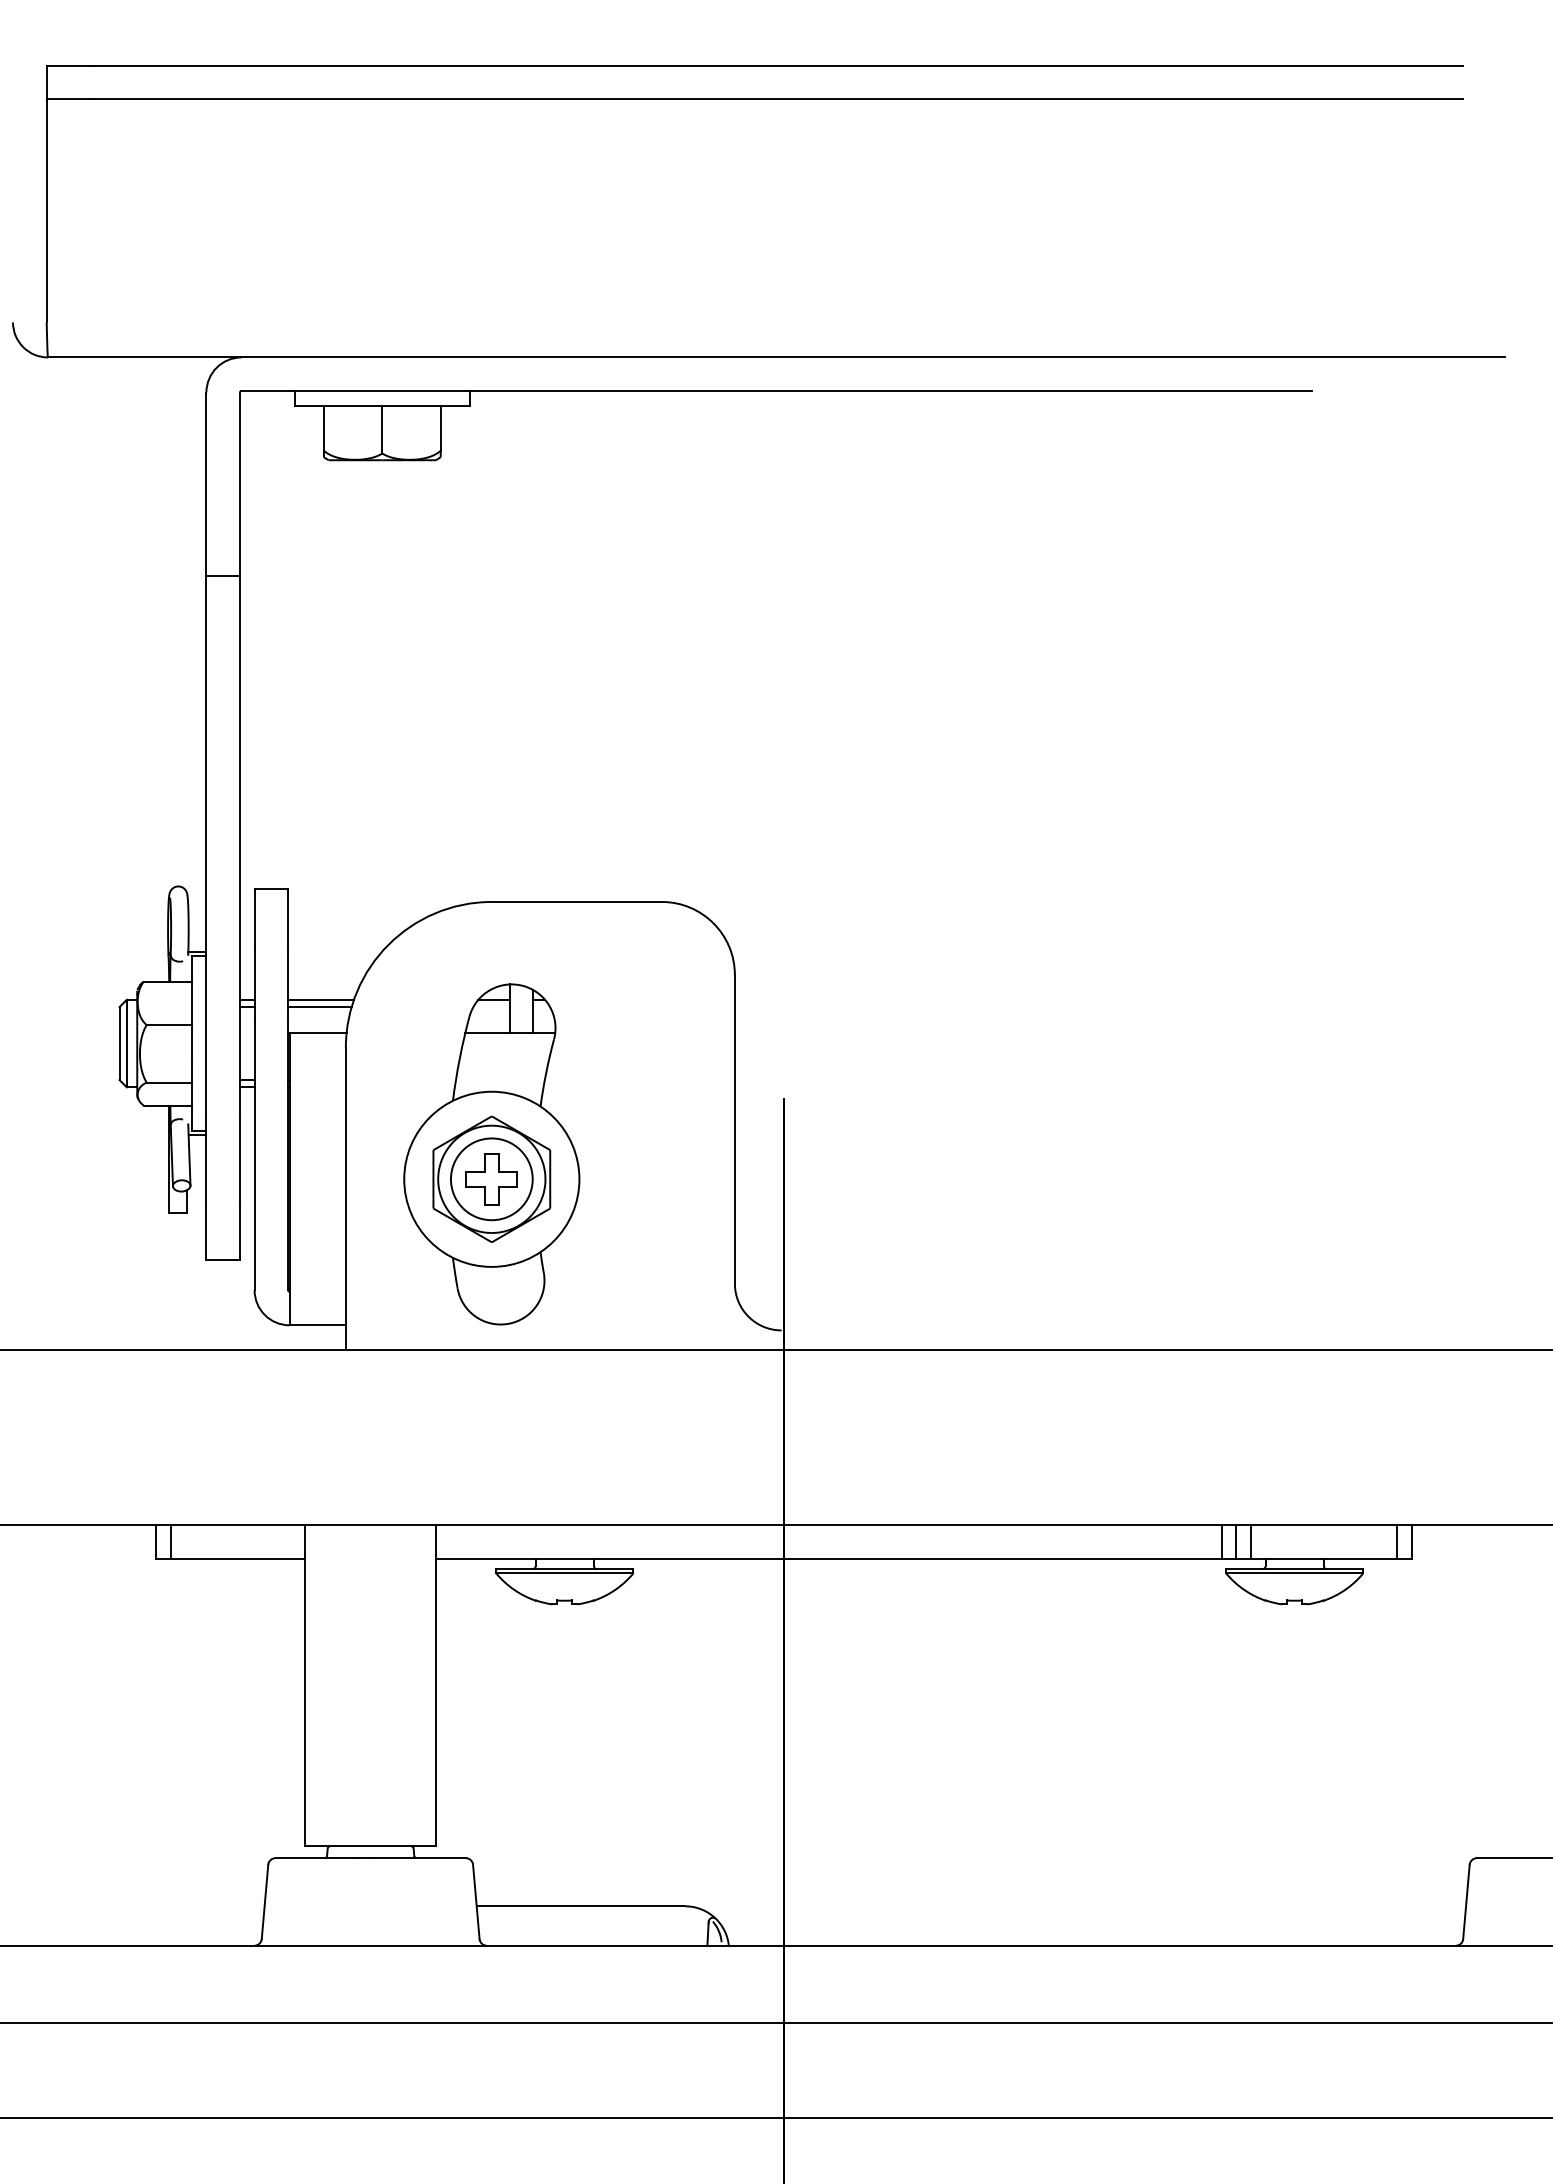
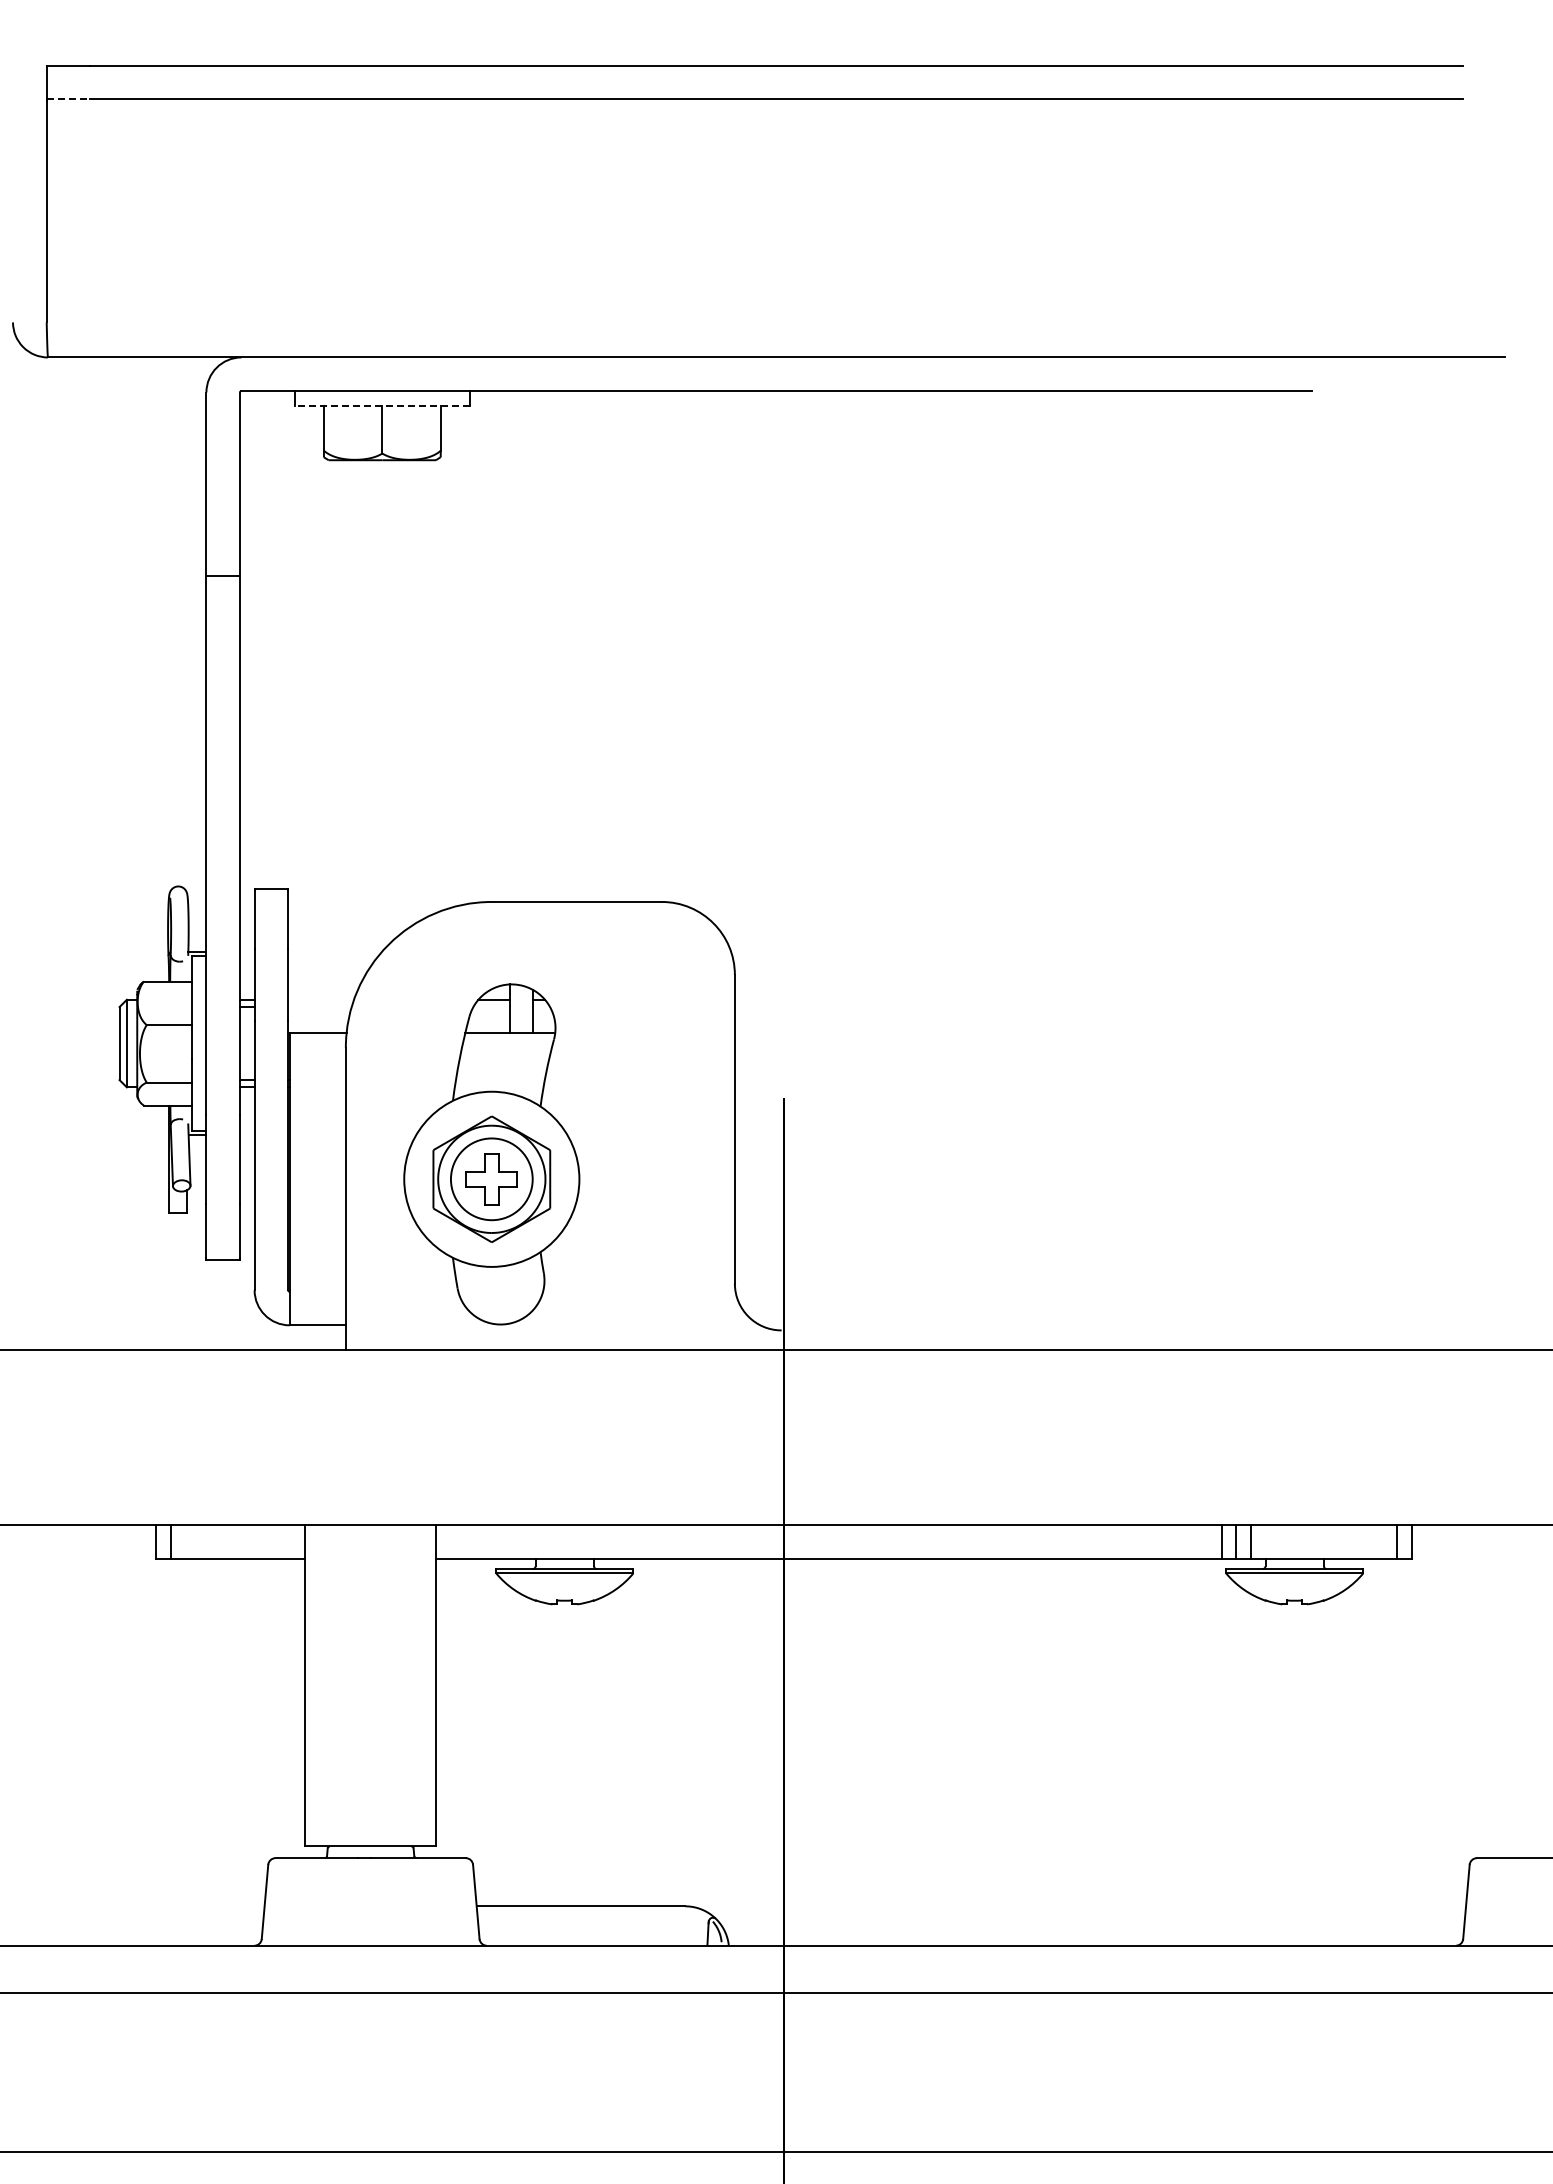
line at (68, 99): solid -> dashed
line at (382, 405): solid -> dashed
line at (321, 999): present -> none
line at (319, 1007): present -> none
line at (775, 2023) position: (775, 2023) -> (775, 1993)
line at (775, 2117) position: (775, 2117) -> (775, 2151)
